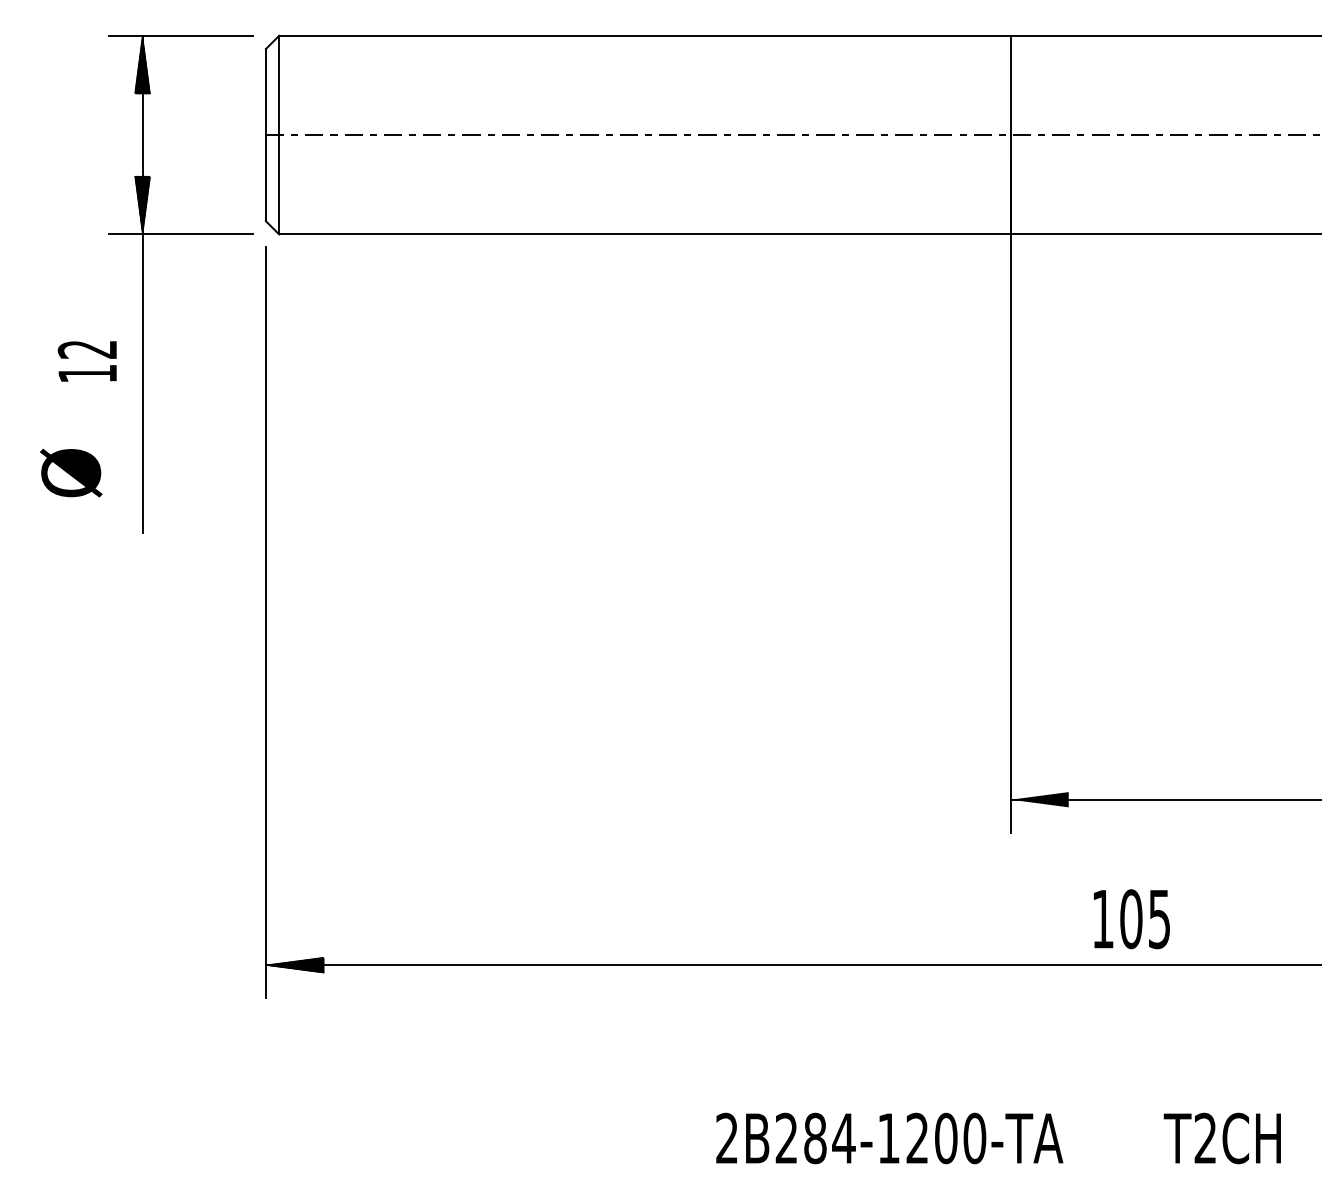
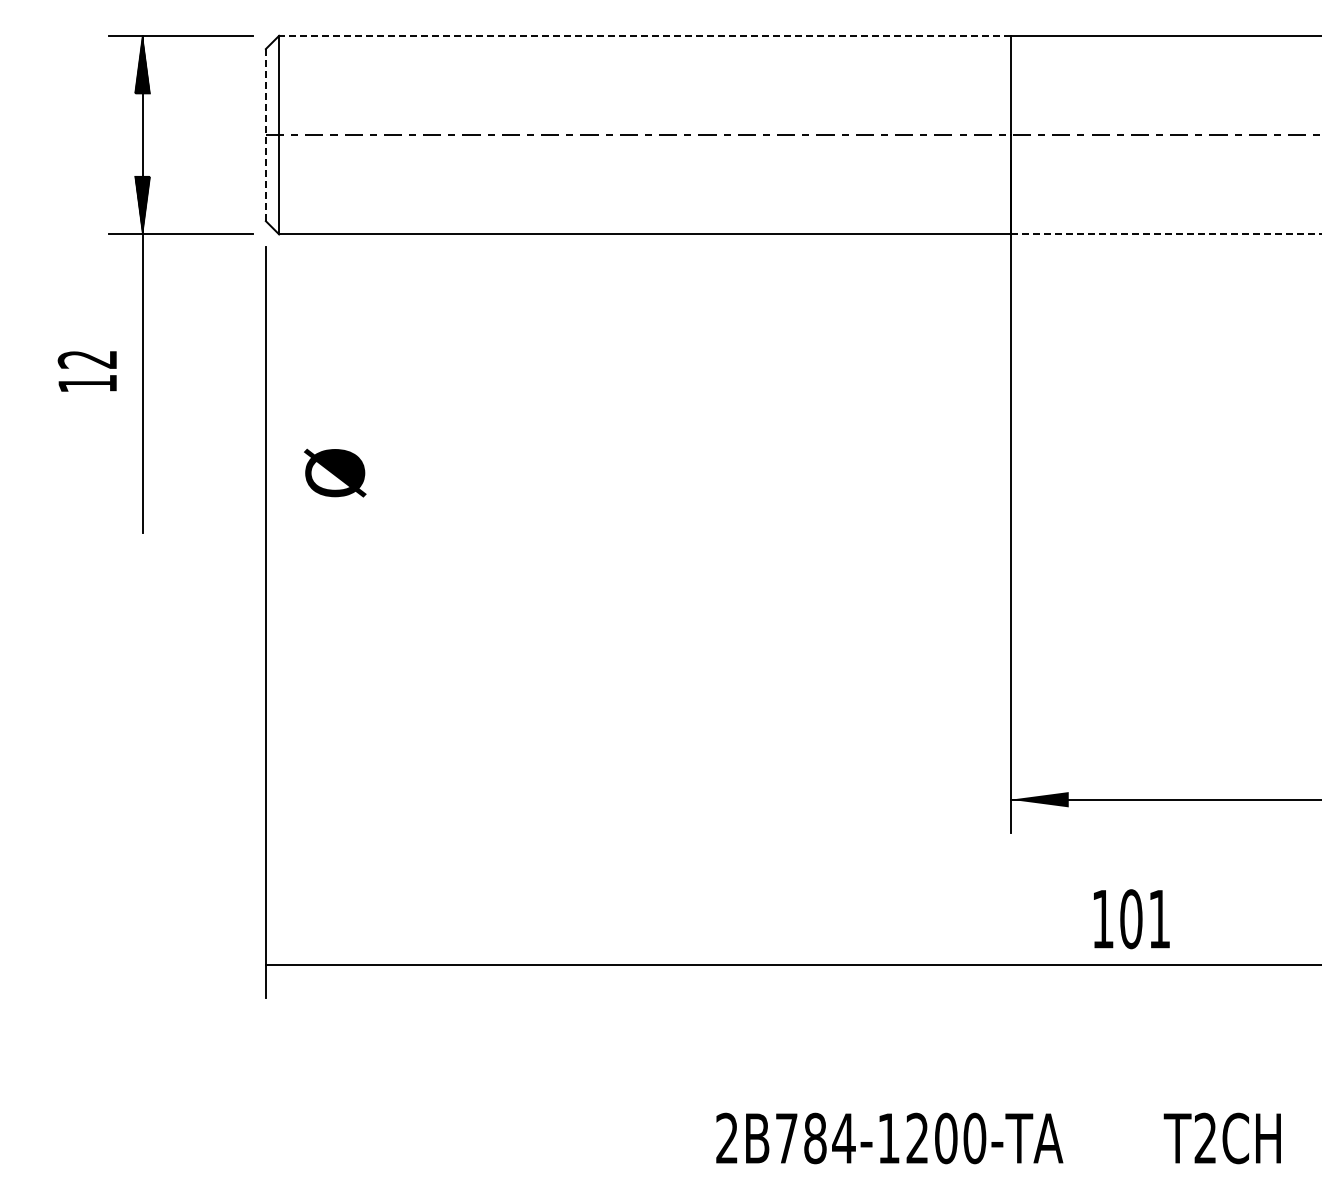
line at (644, 35): solid -> dashed
line at (265, 134): solid -> dashed
line at (1166, 234): solid -> dashed
text at (86, 361) position: (86, 361) -> (86, 371)
text at (71, 472) position: (71, 472) -> (335, 472)
text at (1159, 919): 105 -> 101
hatch at (294, 964): present -> none
text at (786, 1137): 2B284-1200-TA -> 2B784-1200-TA
